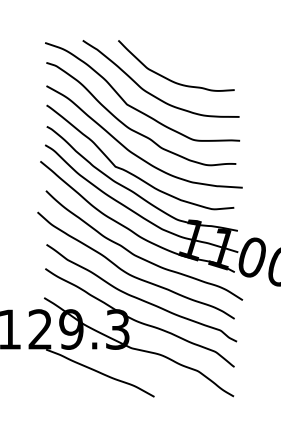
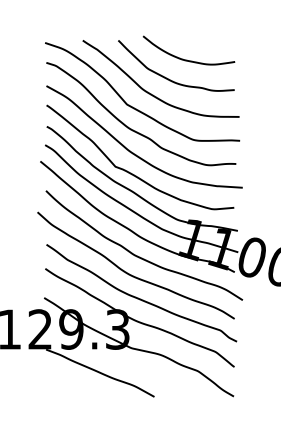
curve at (187, 59): none -> present
